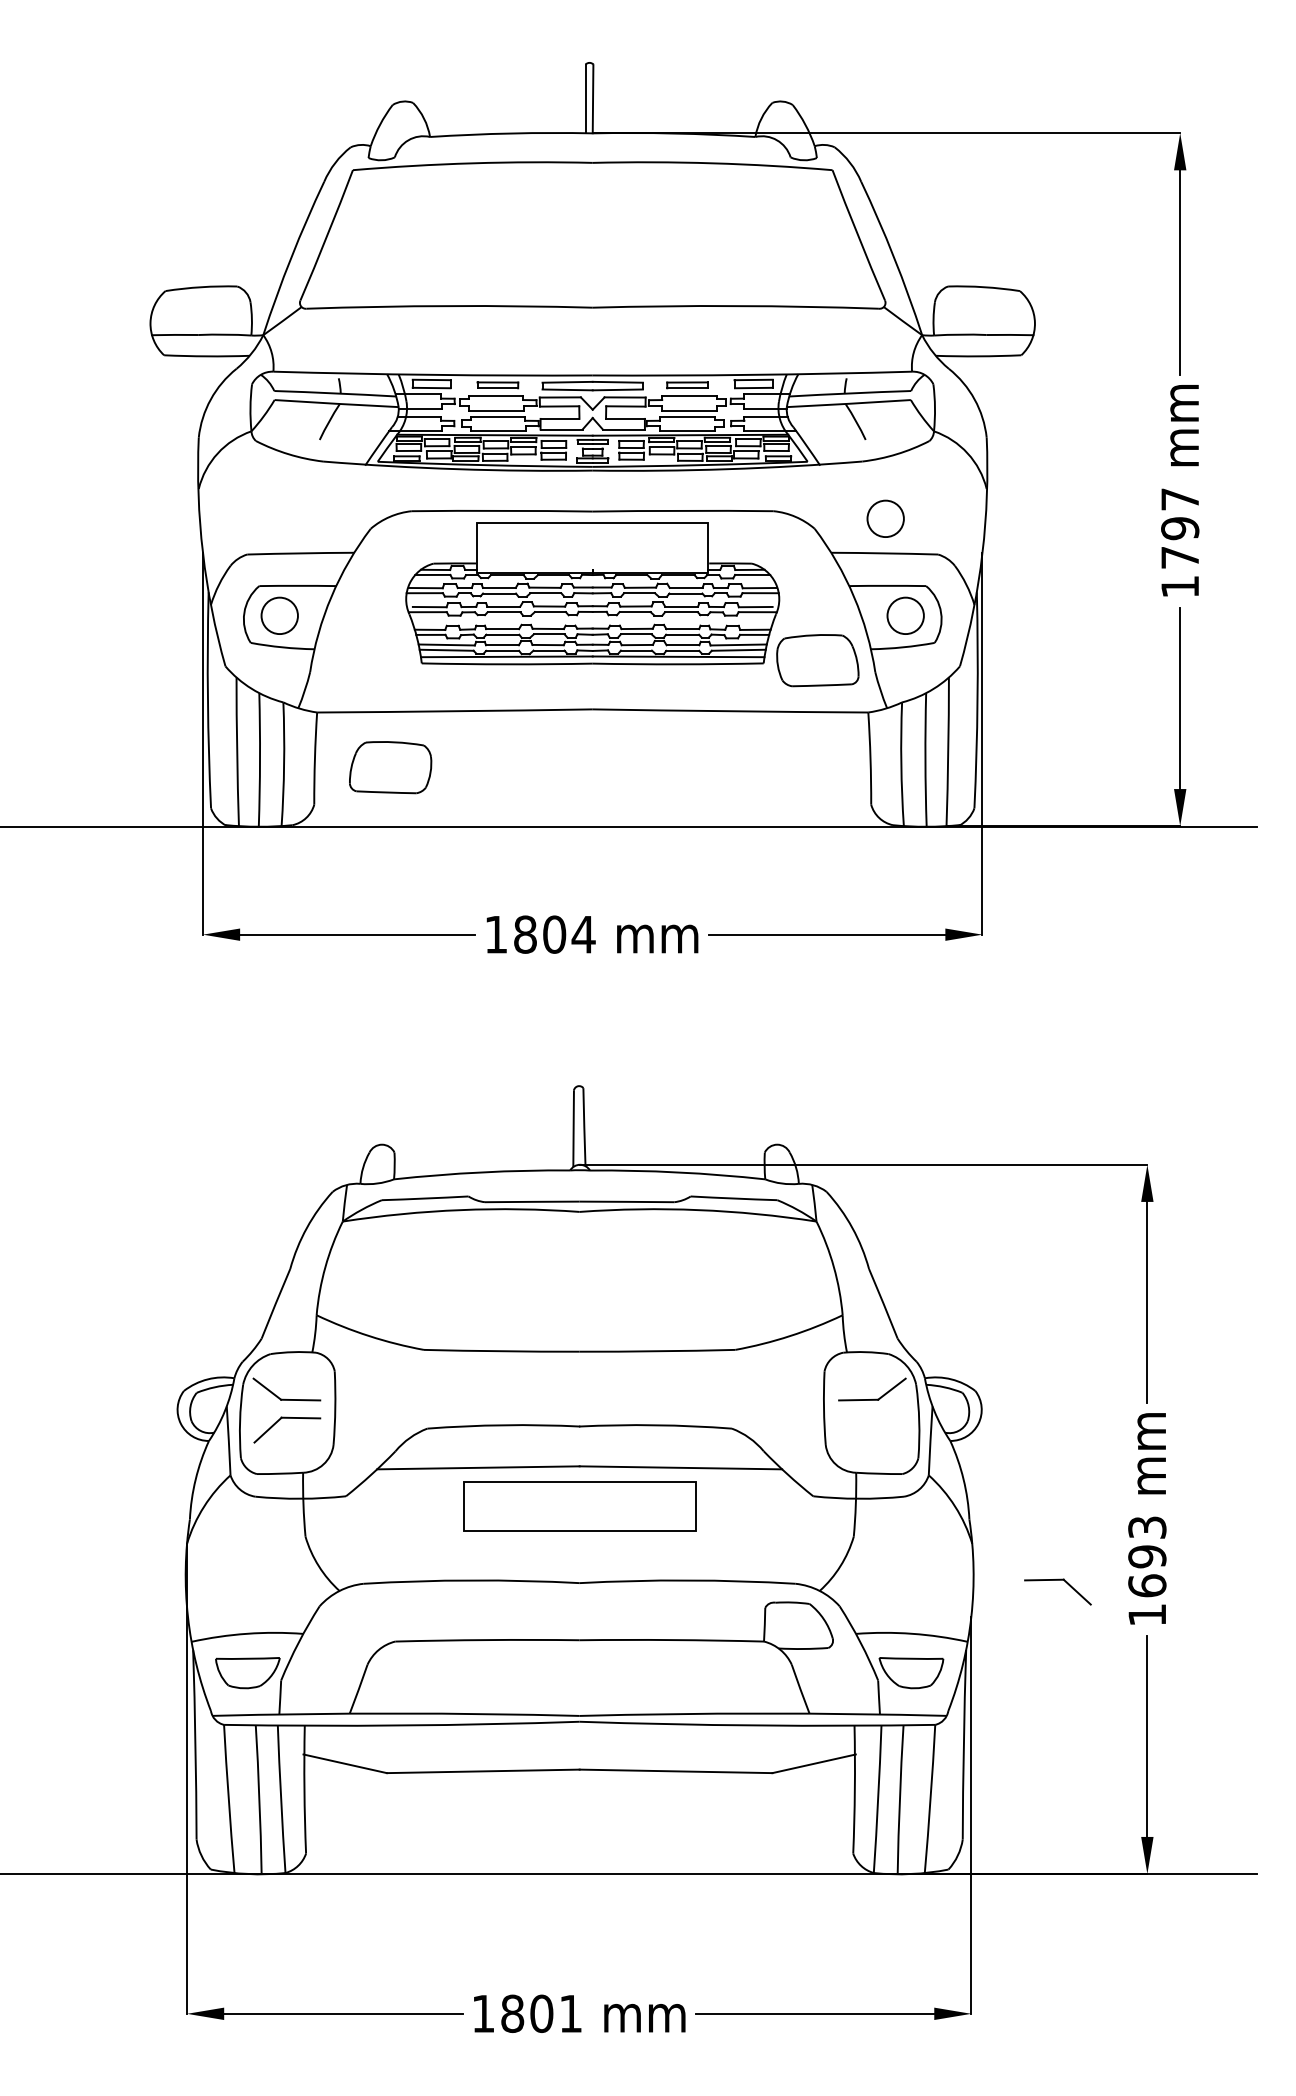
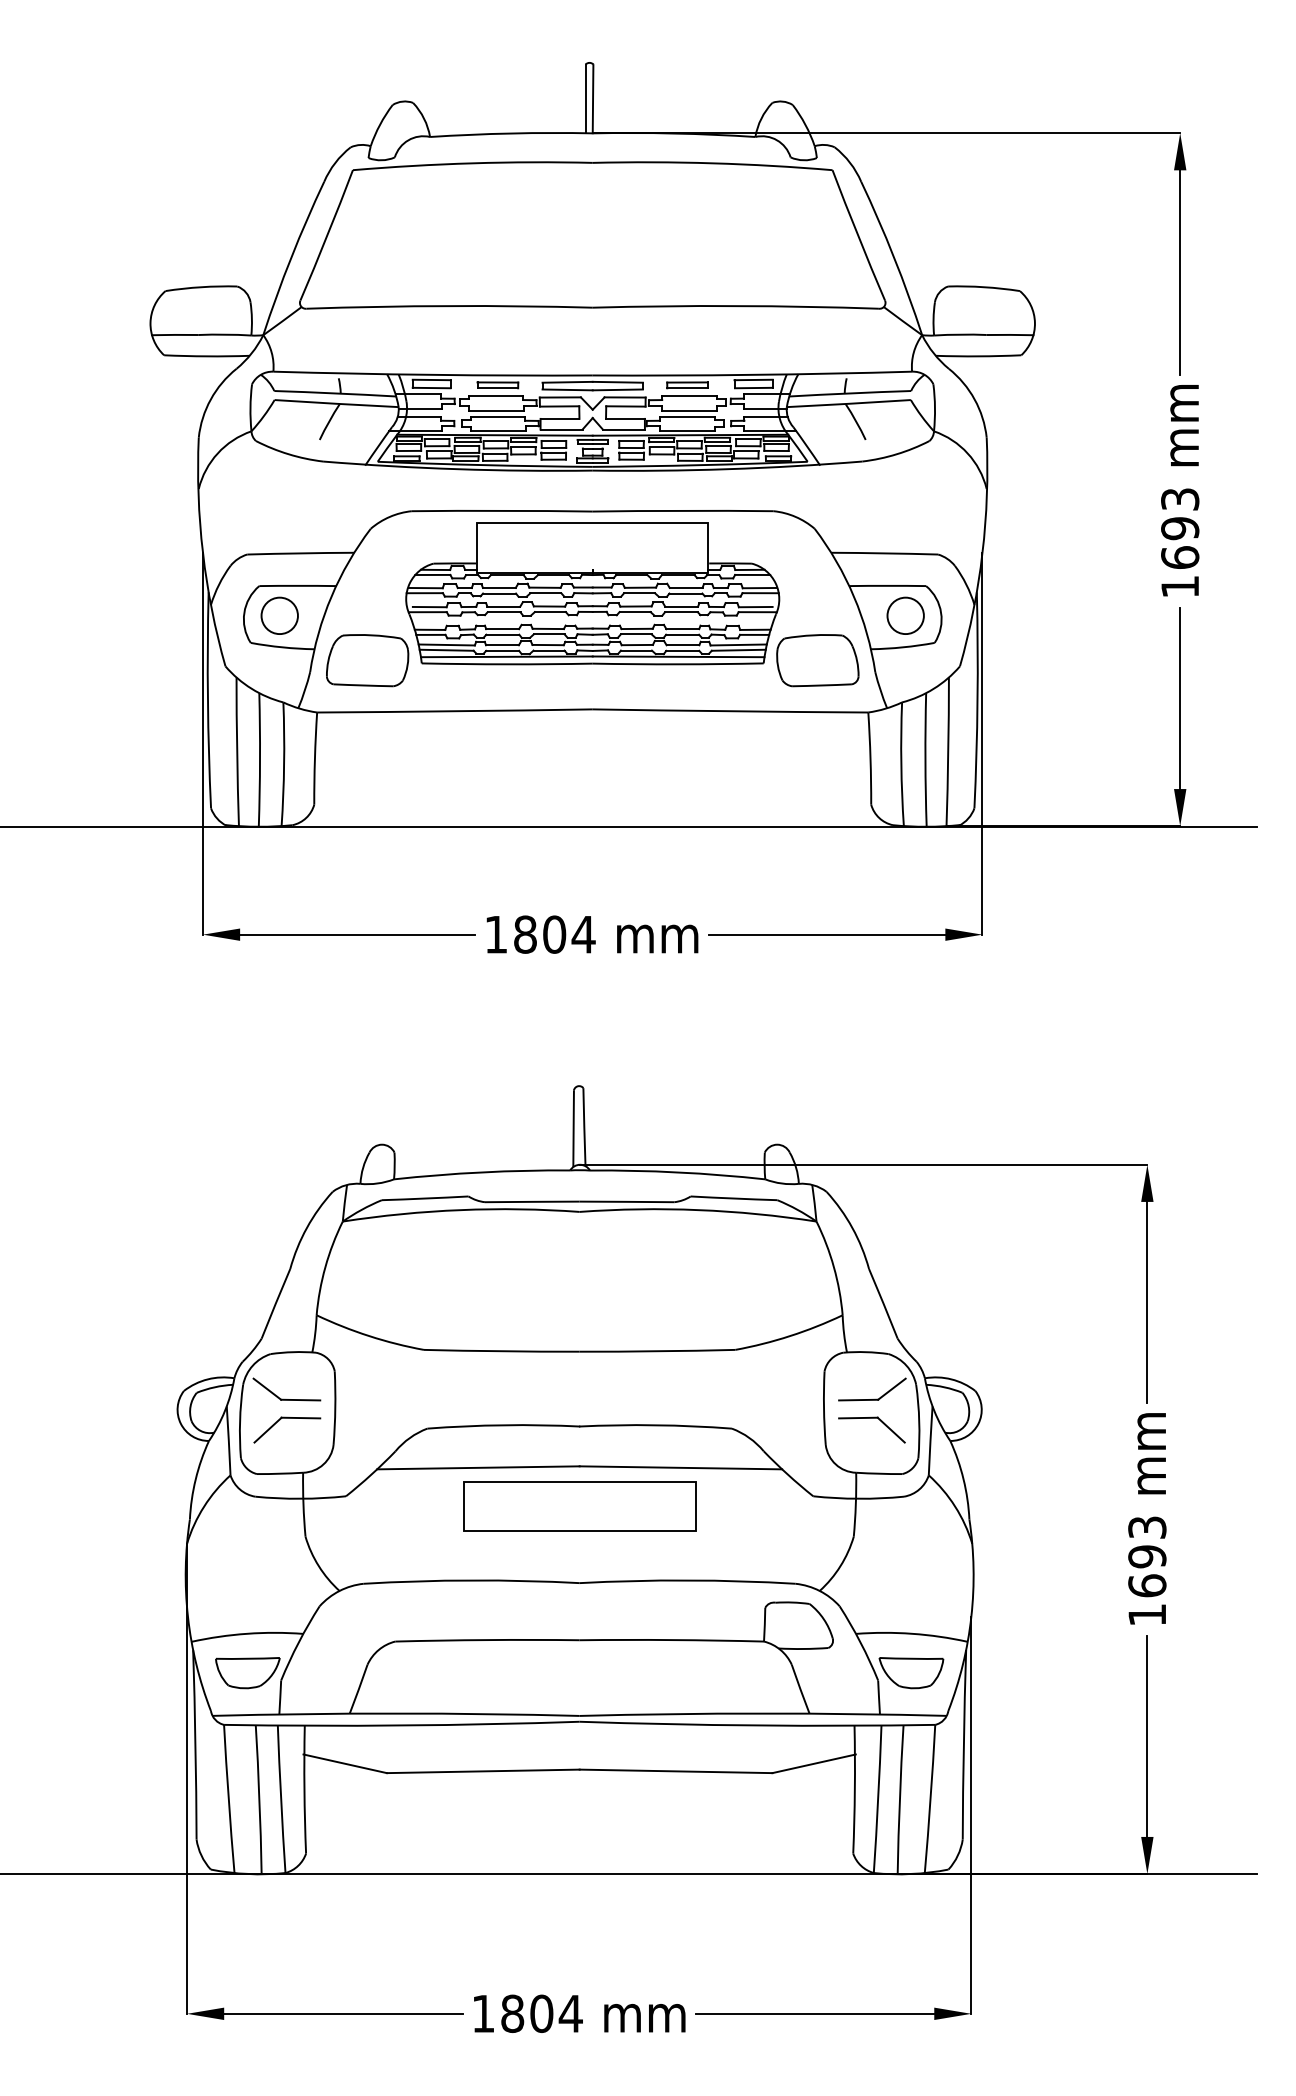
circle at (885, 518): present -> none
text at (1180, 528): 1797 -> 1693
part at (390, 767) position: (390, 767) -> (367, 660)
part at (1057, 1580) position: (1057, 1580) -> (871, 1418)
text at (570, 2013): 1801 -> 1804
